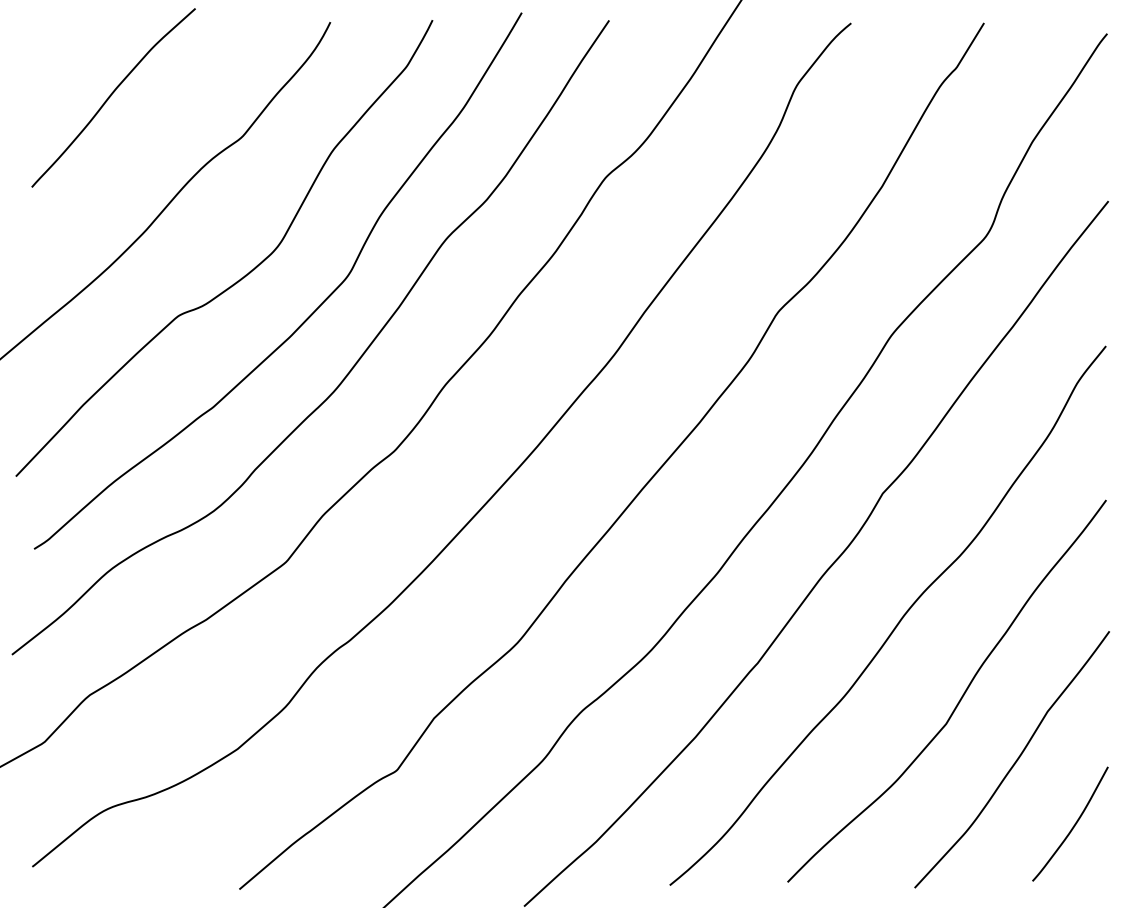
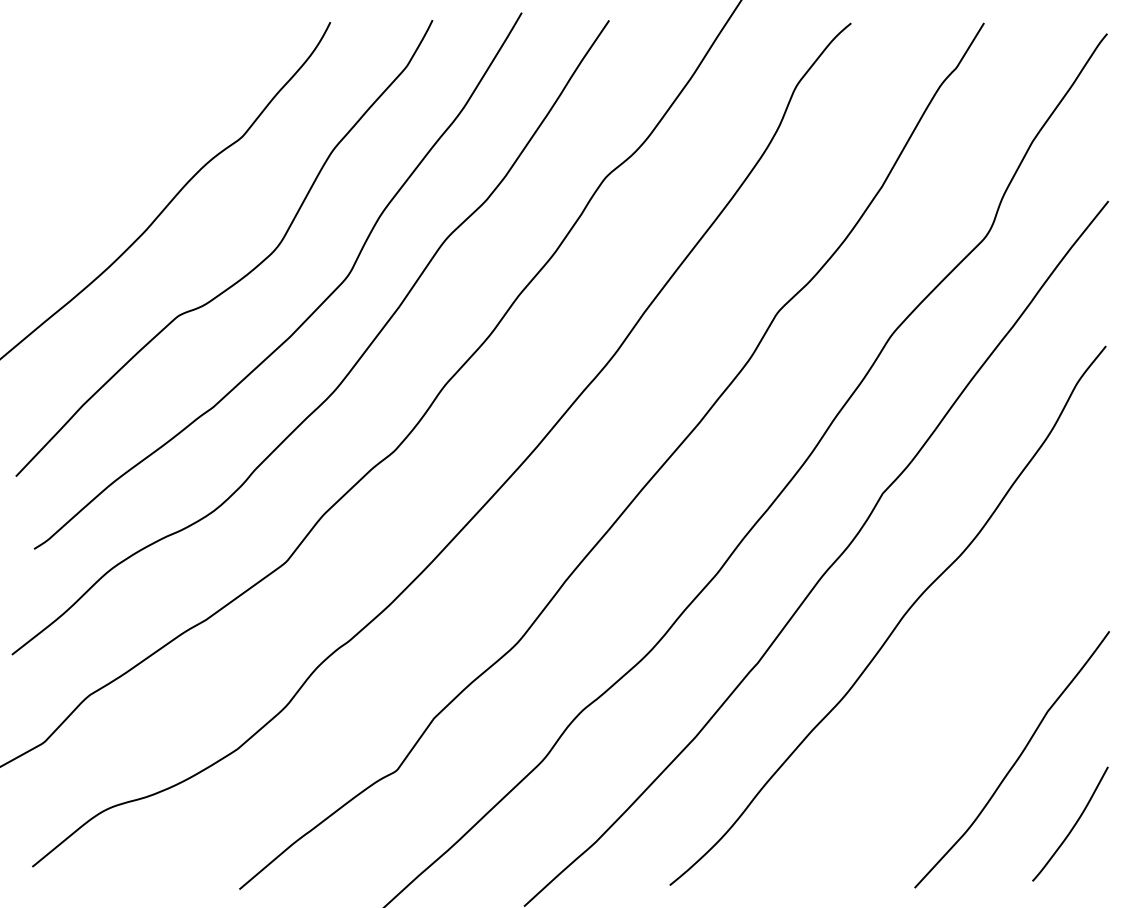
curve at (111, 96): present -> none
curve at (959, 699): present -> none
